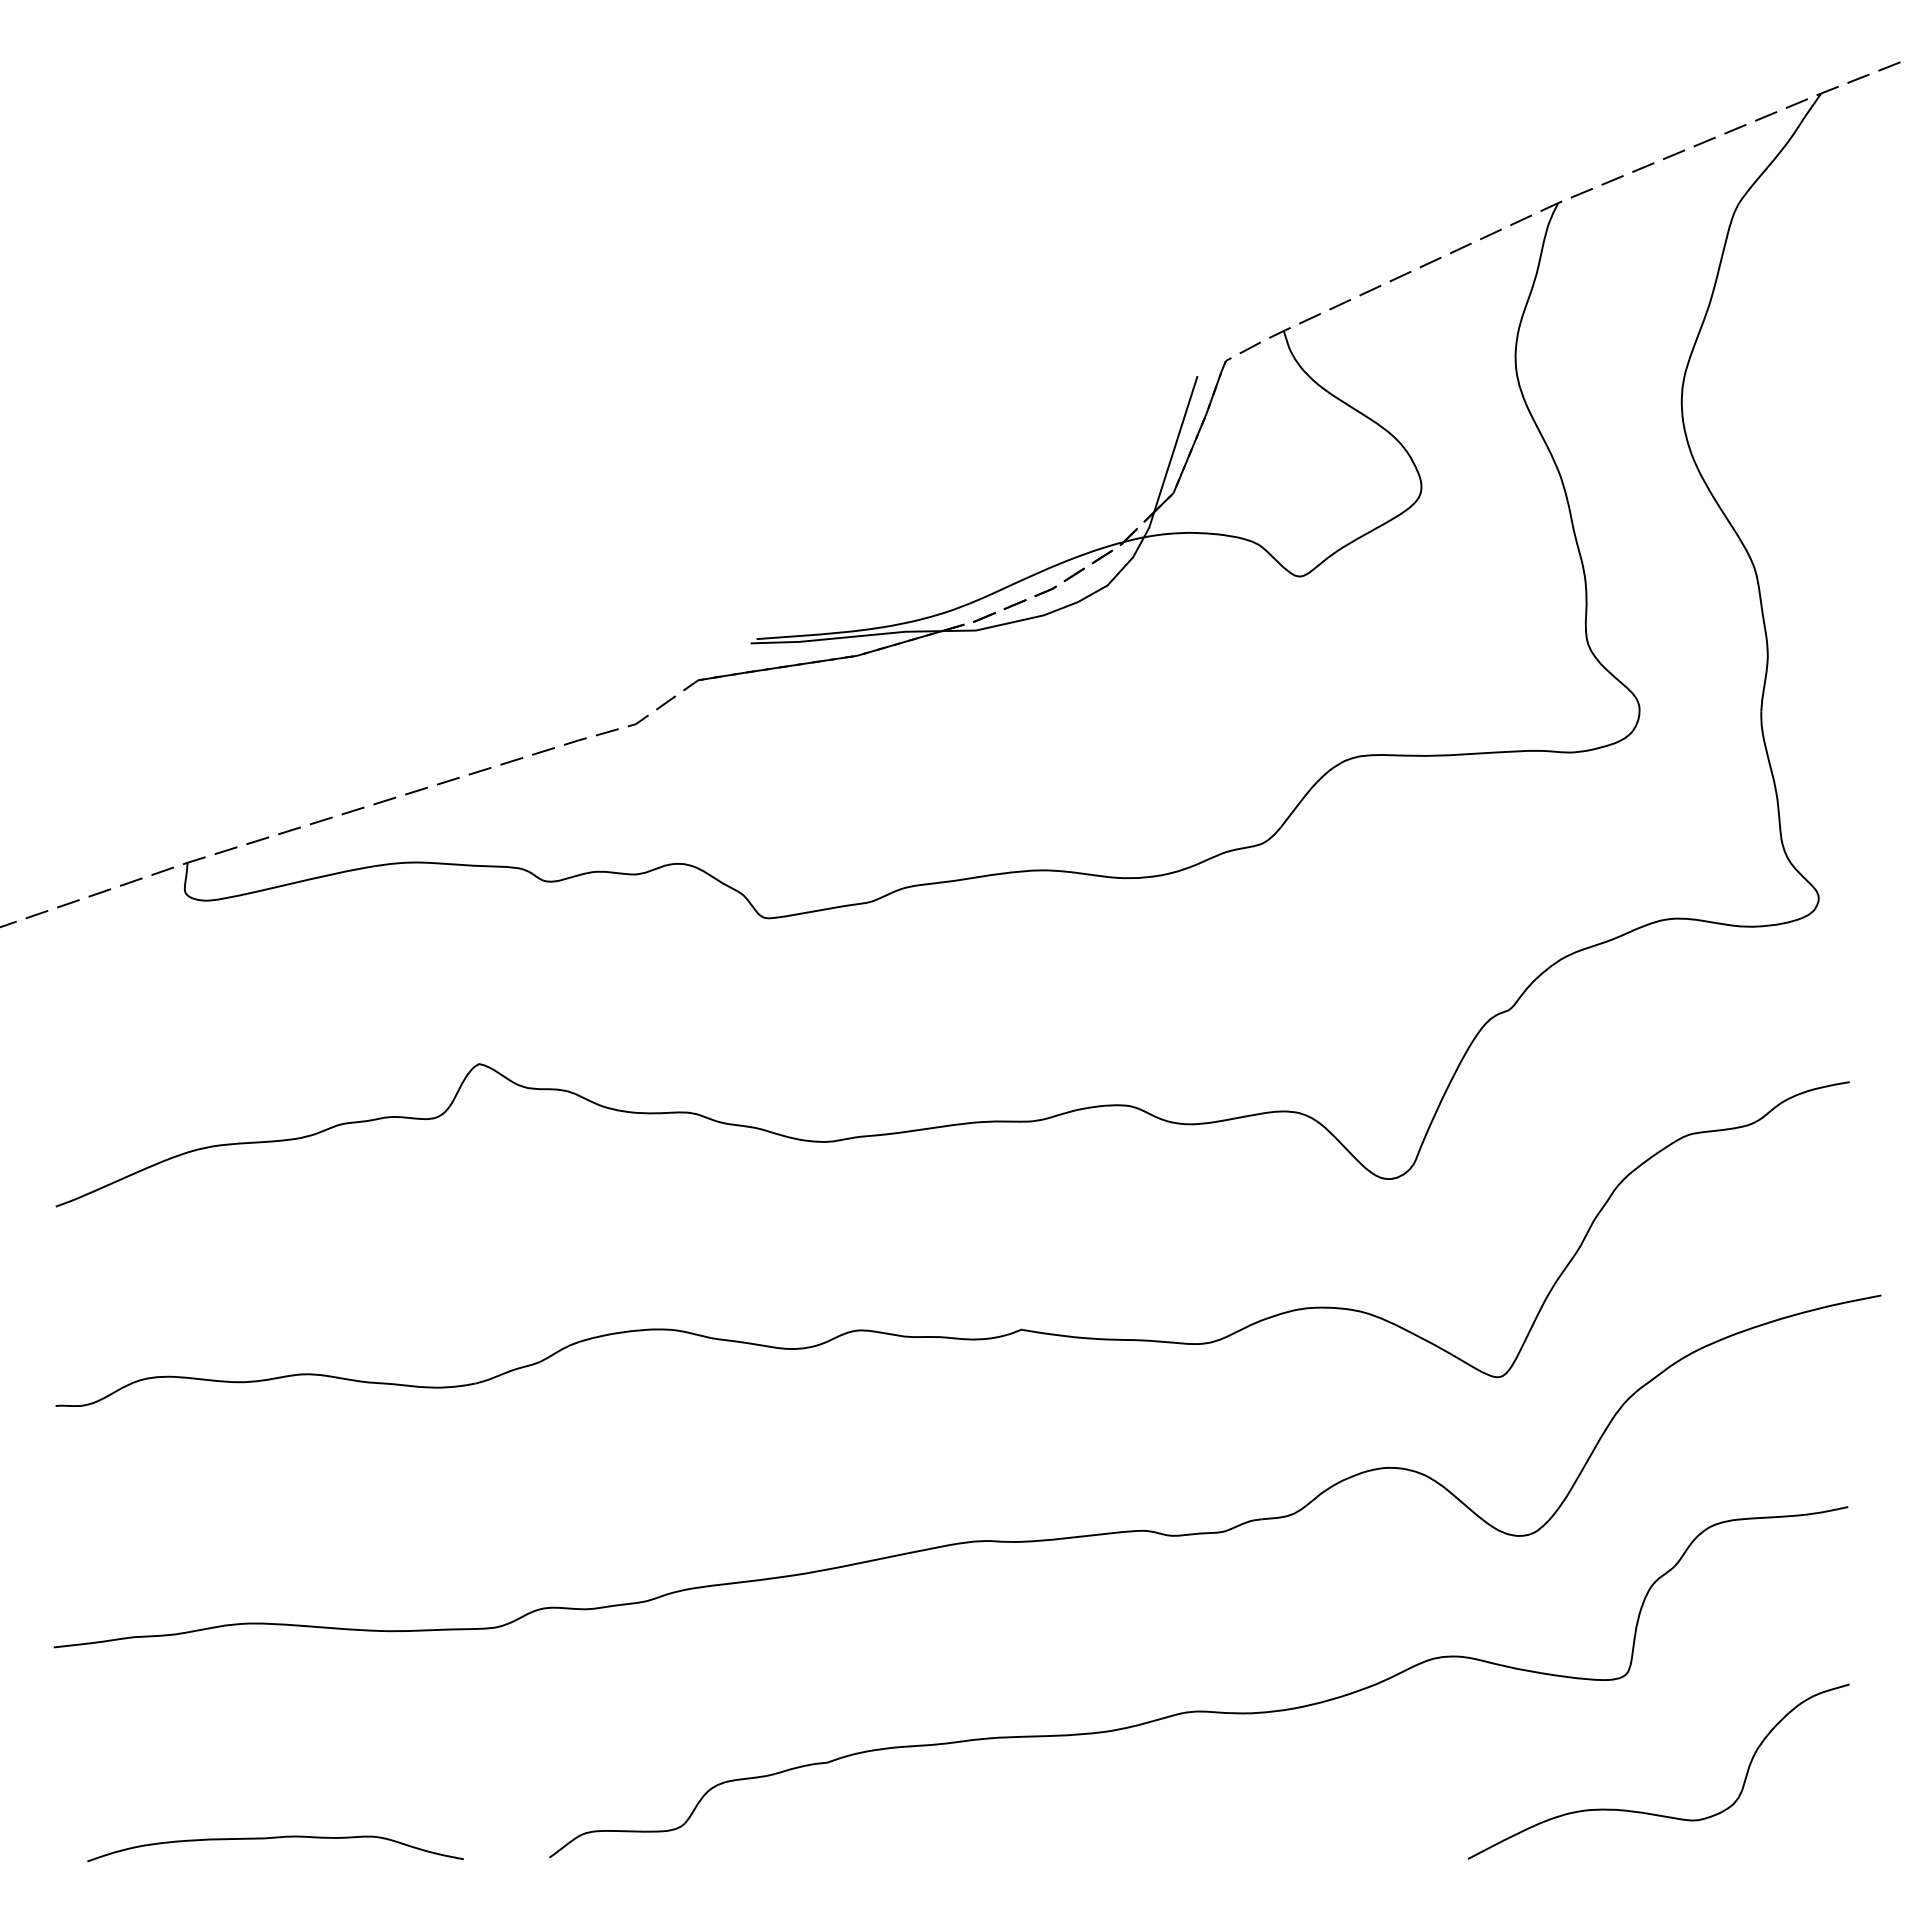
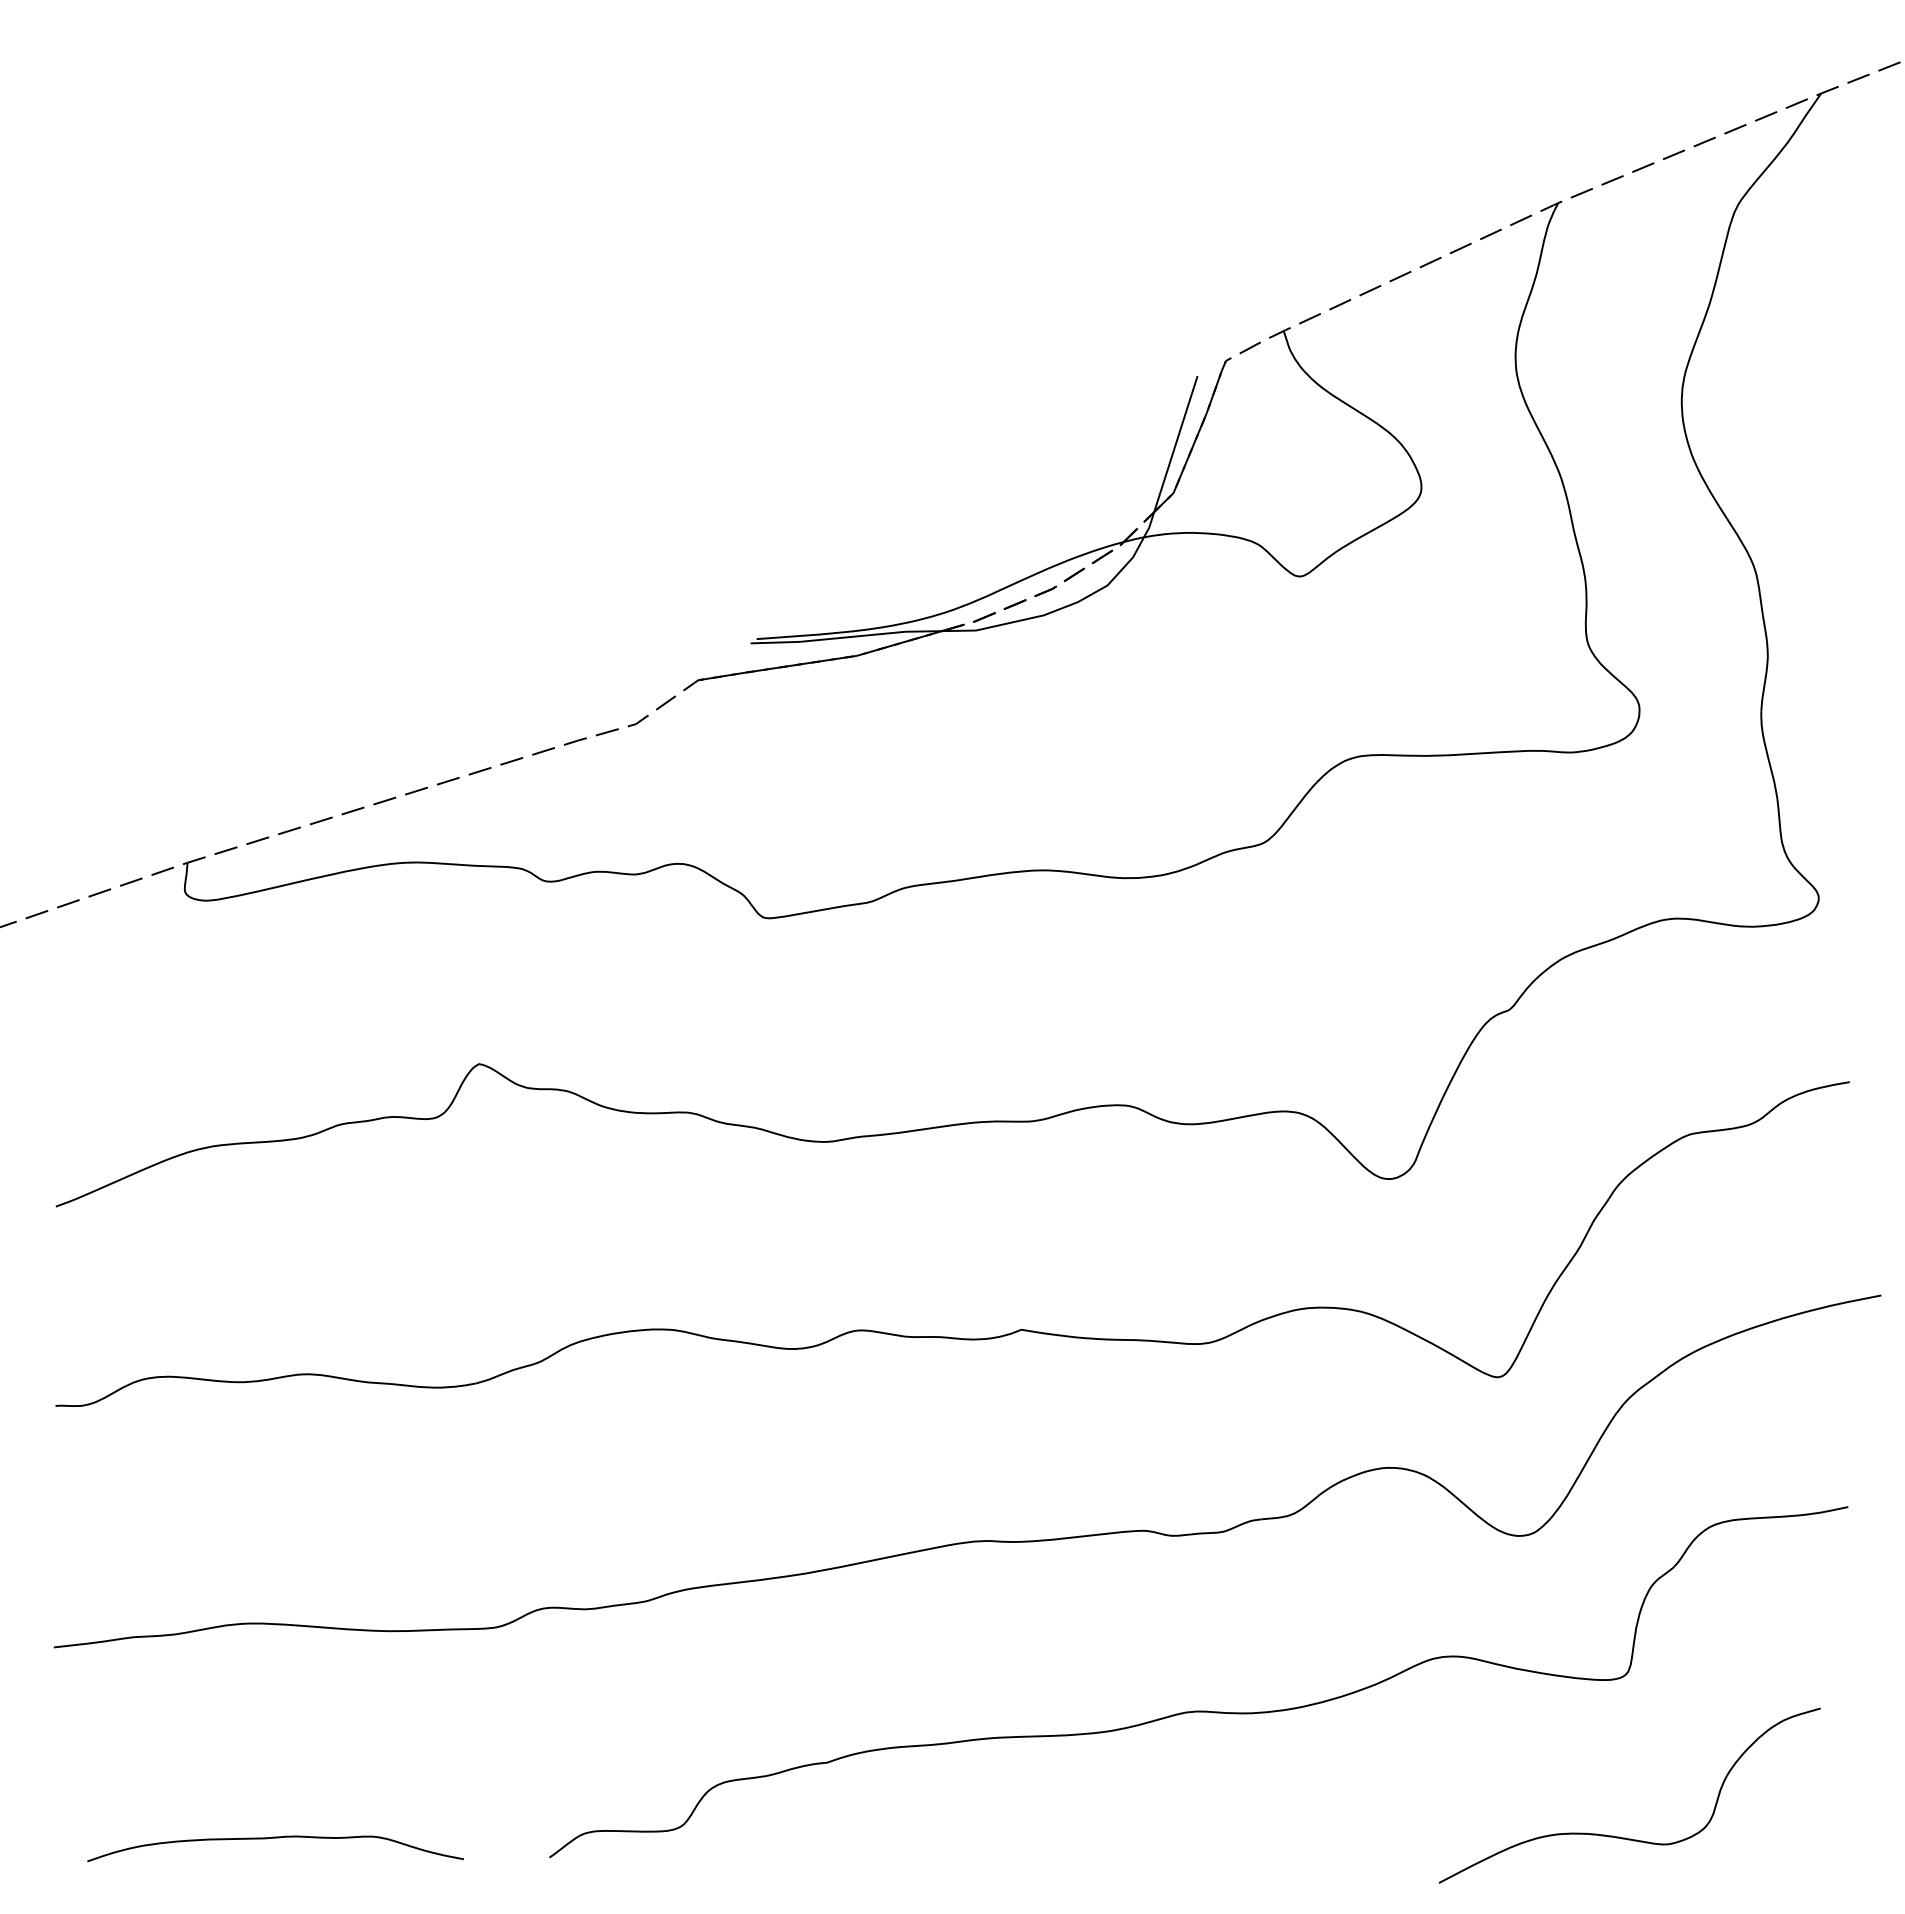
part at (1654, 1813) position: (1654, 1813) -> (1625, 1837)
